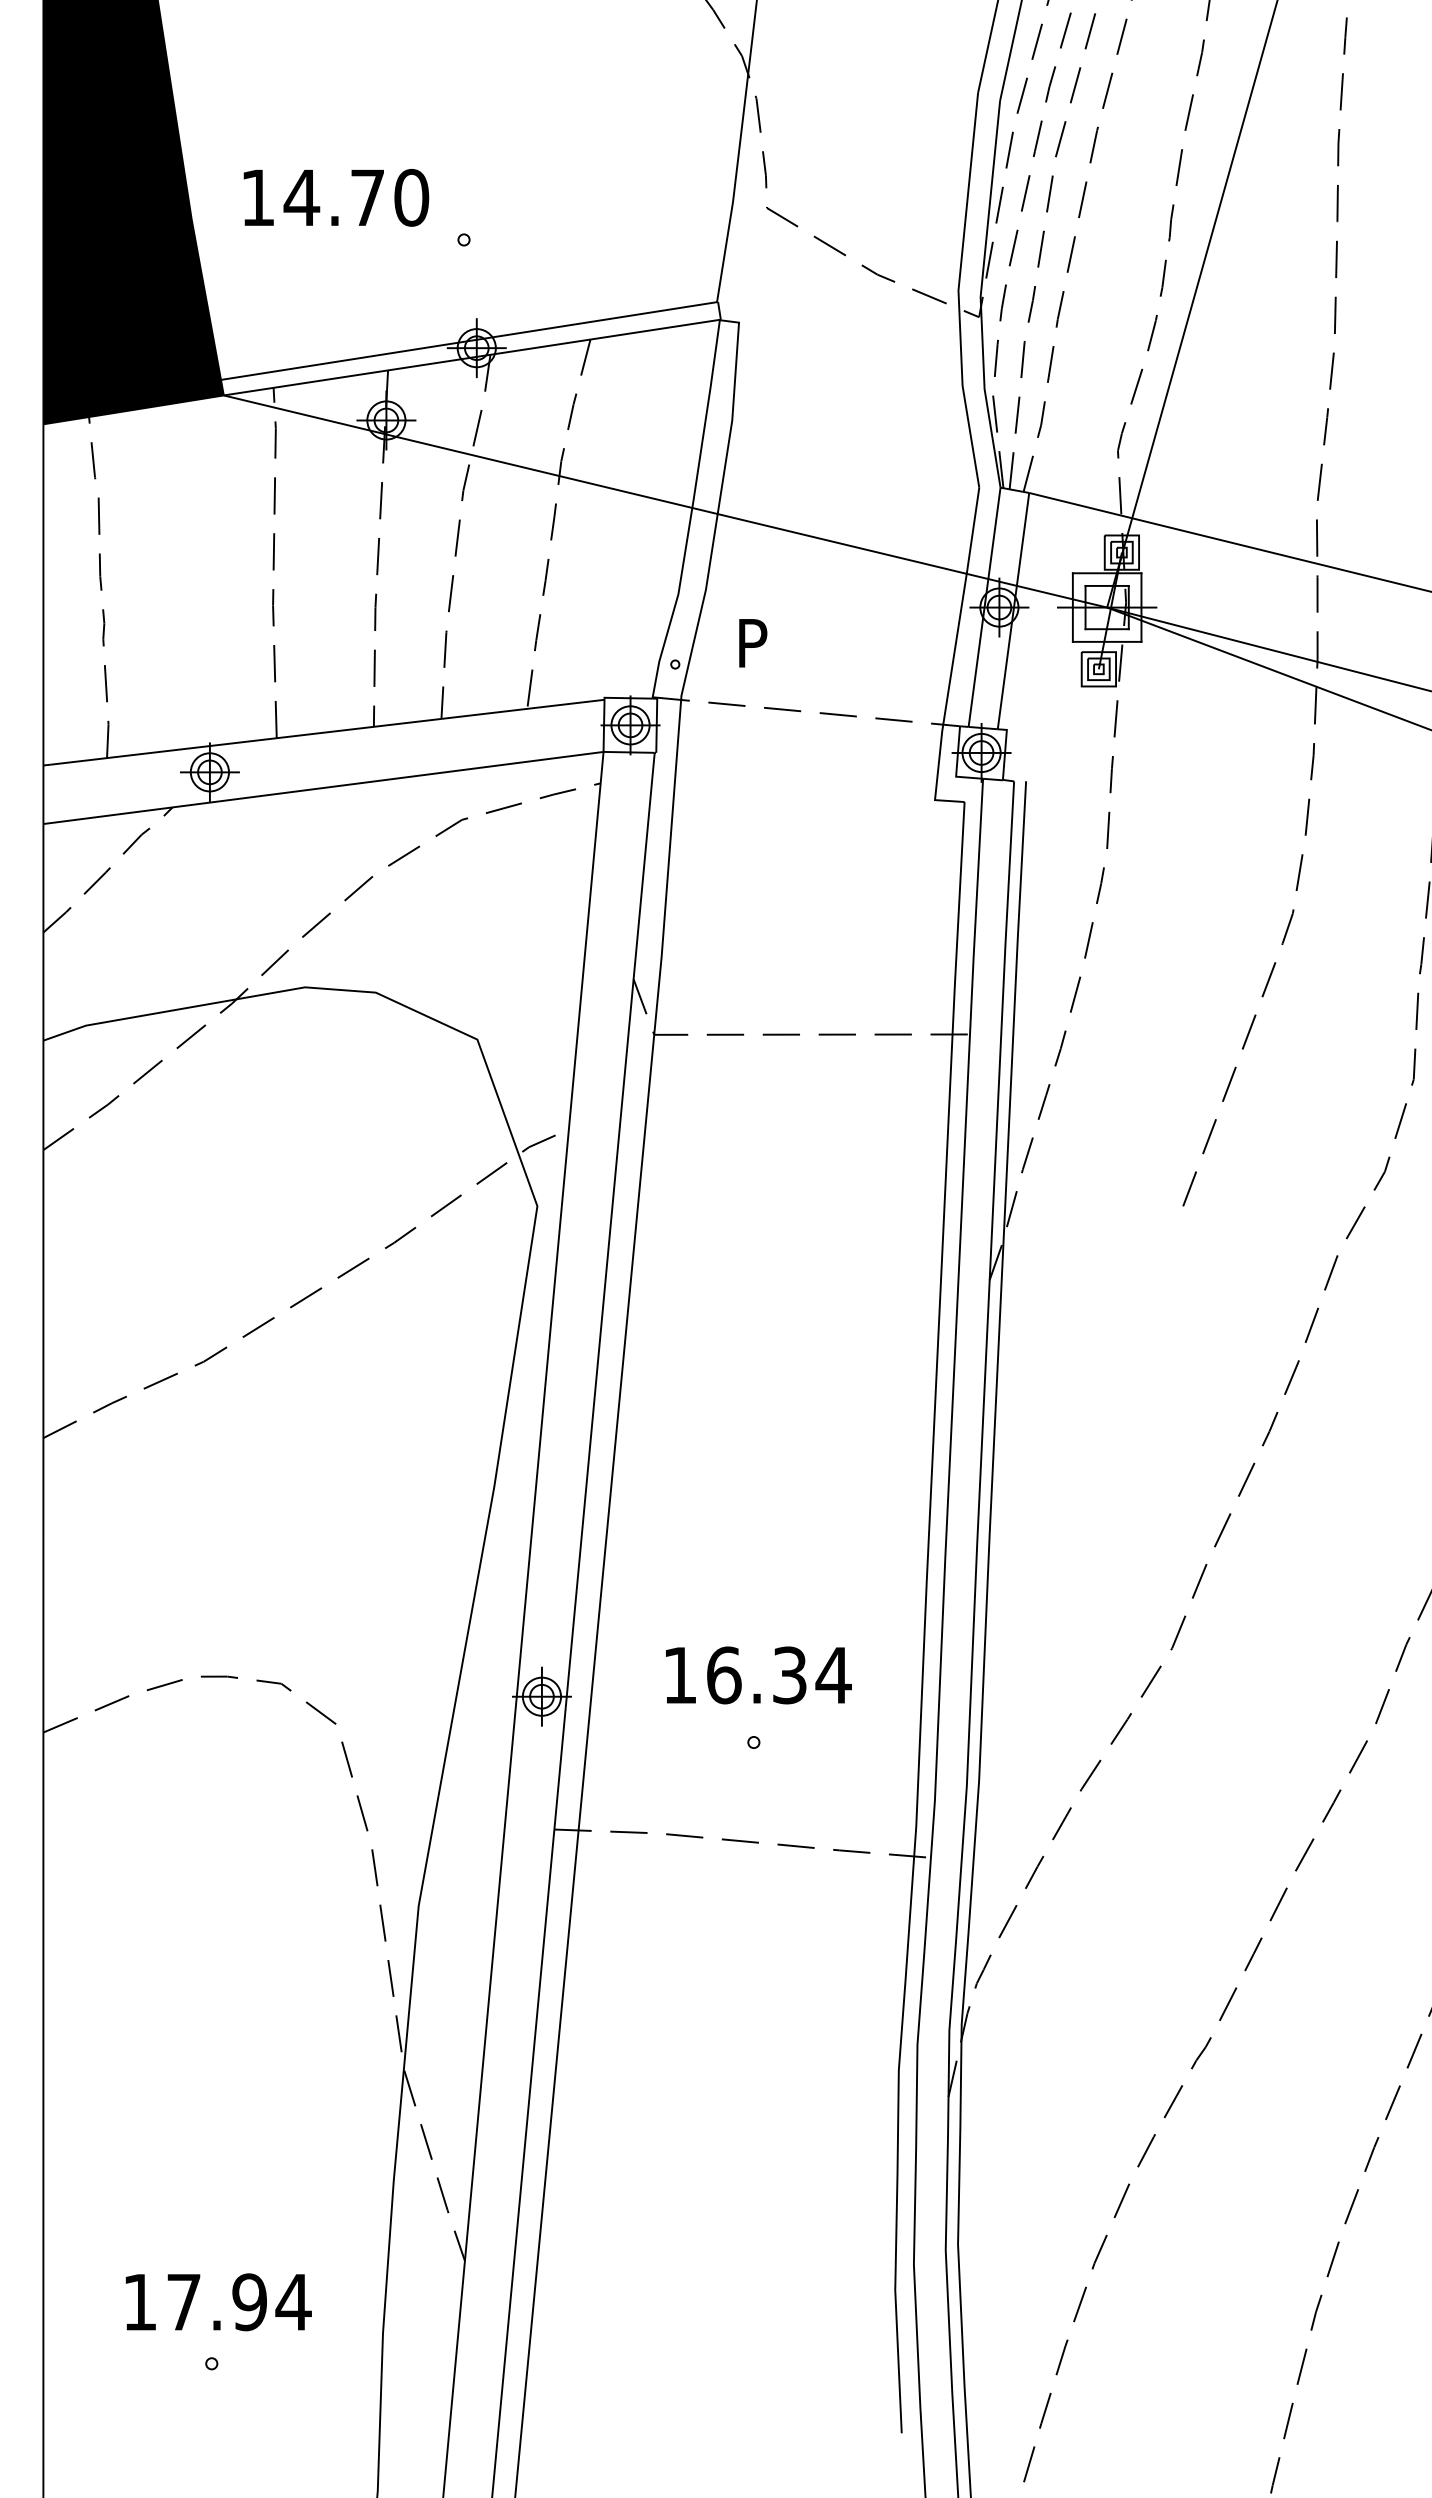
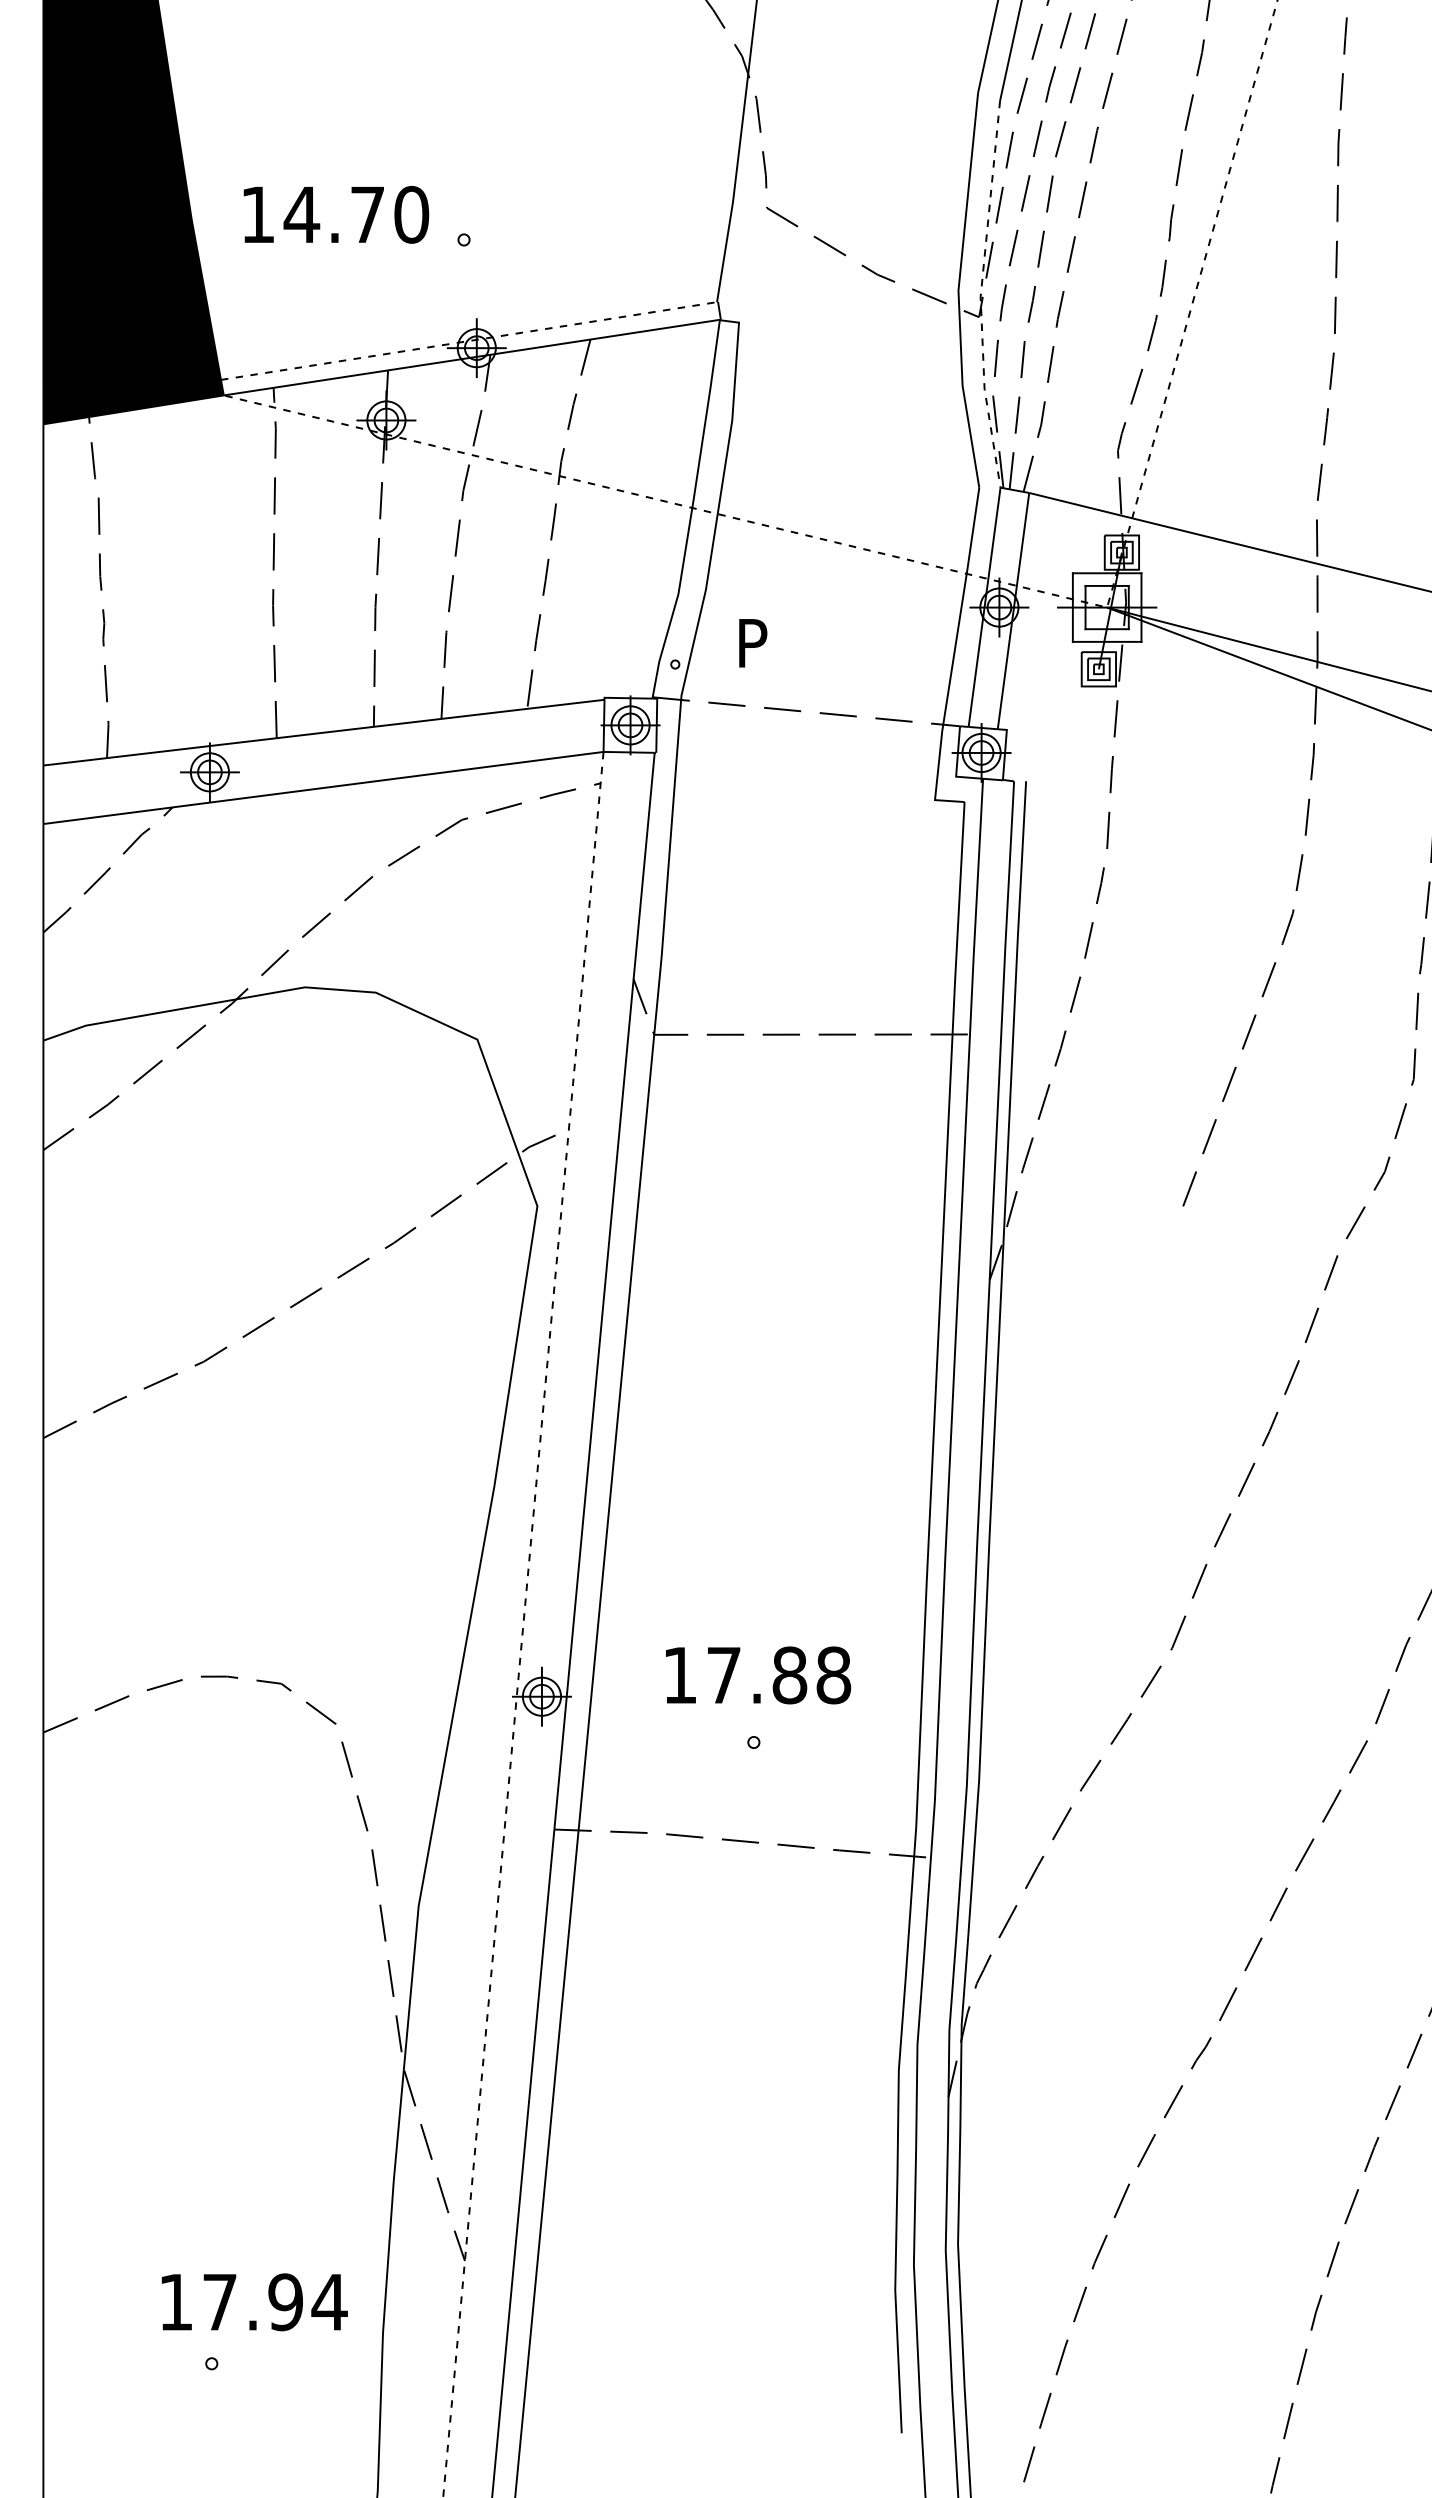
text at (336, 197) position: (336, 197) -> (336, 214)
line at (980, 295): solid -> dashed
line at (469, 340): solid -> dashed
line at (972, 575): solid -> dashed
line at (523, 1624): solid -> dashed
text at (779, 1675): 16.34 -> 17.88
text at (218, 2302) position: (218, 2302) -> (254, 2302)
